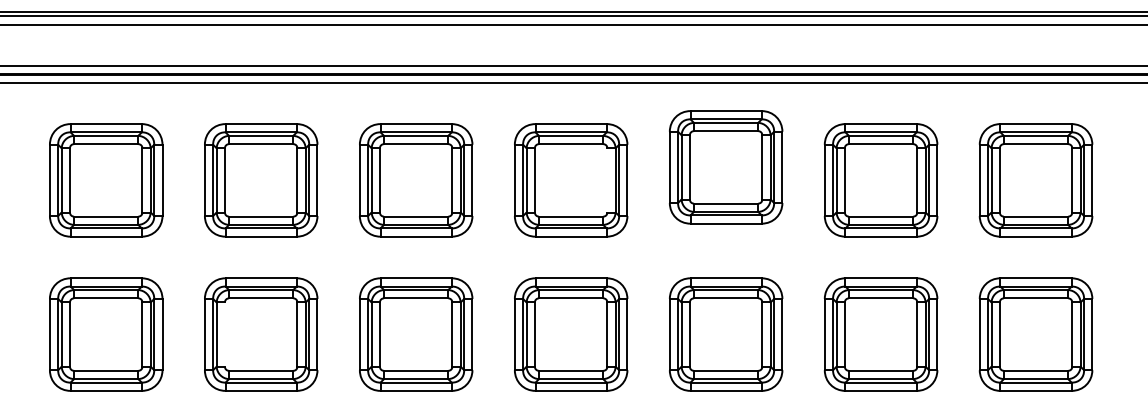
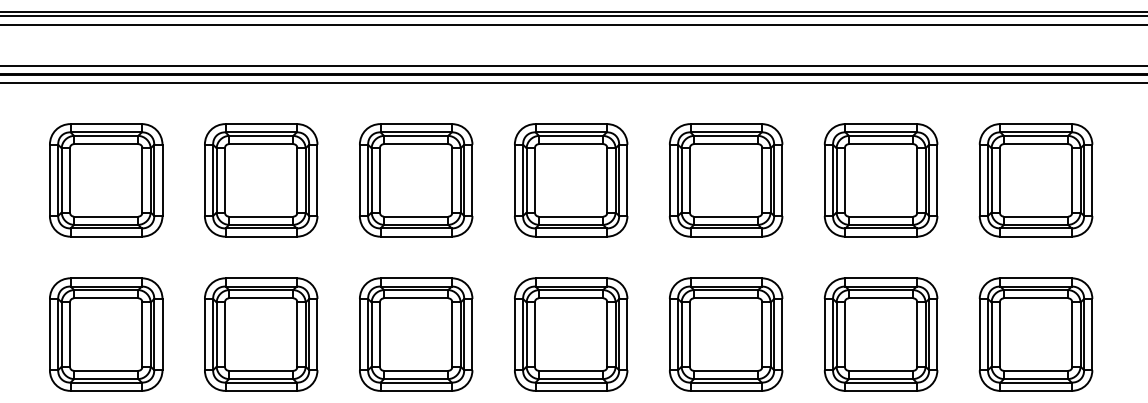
part at (726, 167) position: (726, 167) -> (726, 180)
line at (607, 180): none -> present
line at (224, 334): none -> present
